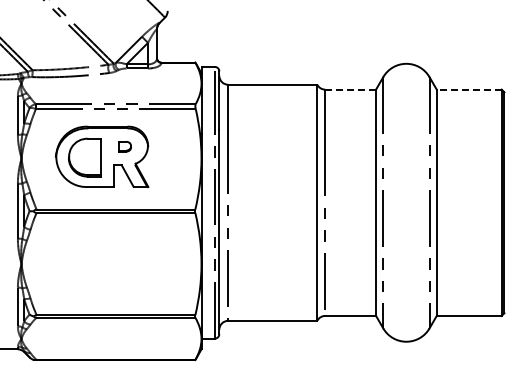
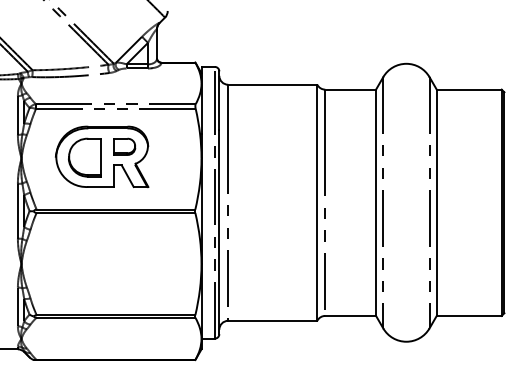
line at (350, 89): dashed -> solid
line at (468, 89): dashed -> solid
part at (124, 146) size: 14x12 px -> 24x19 px
